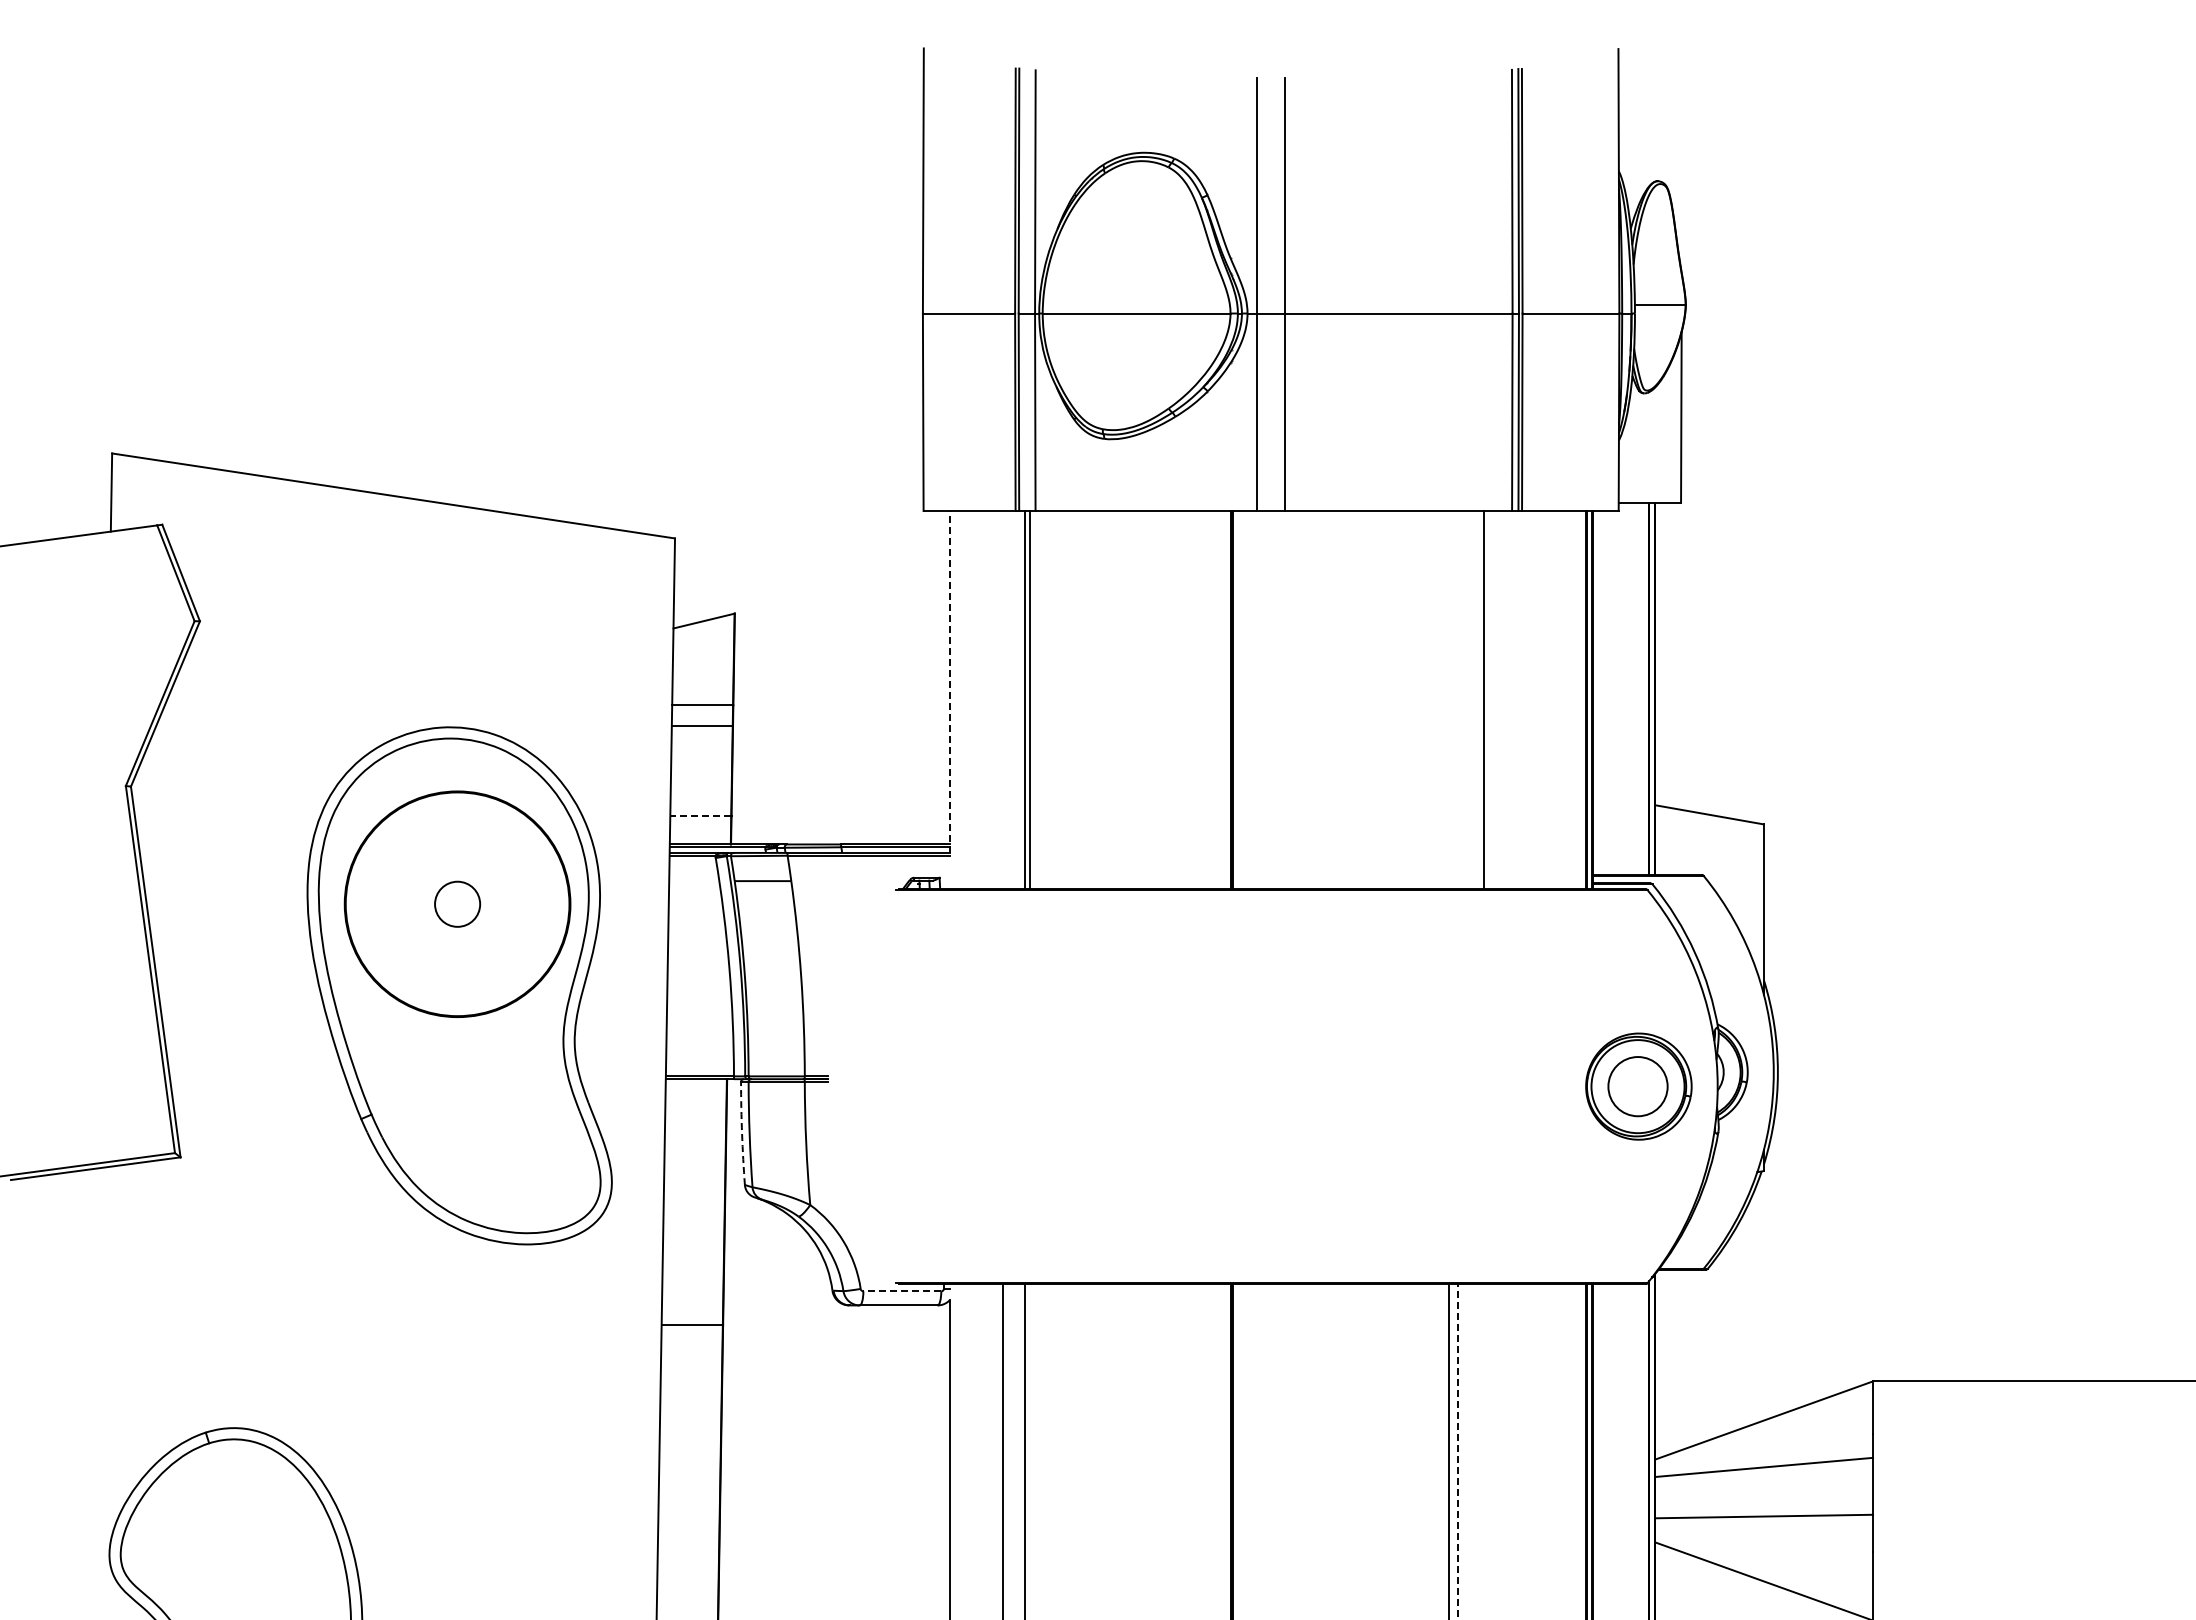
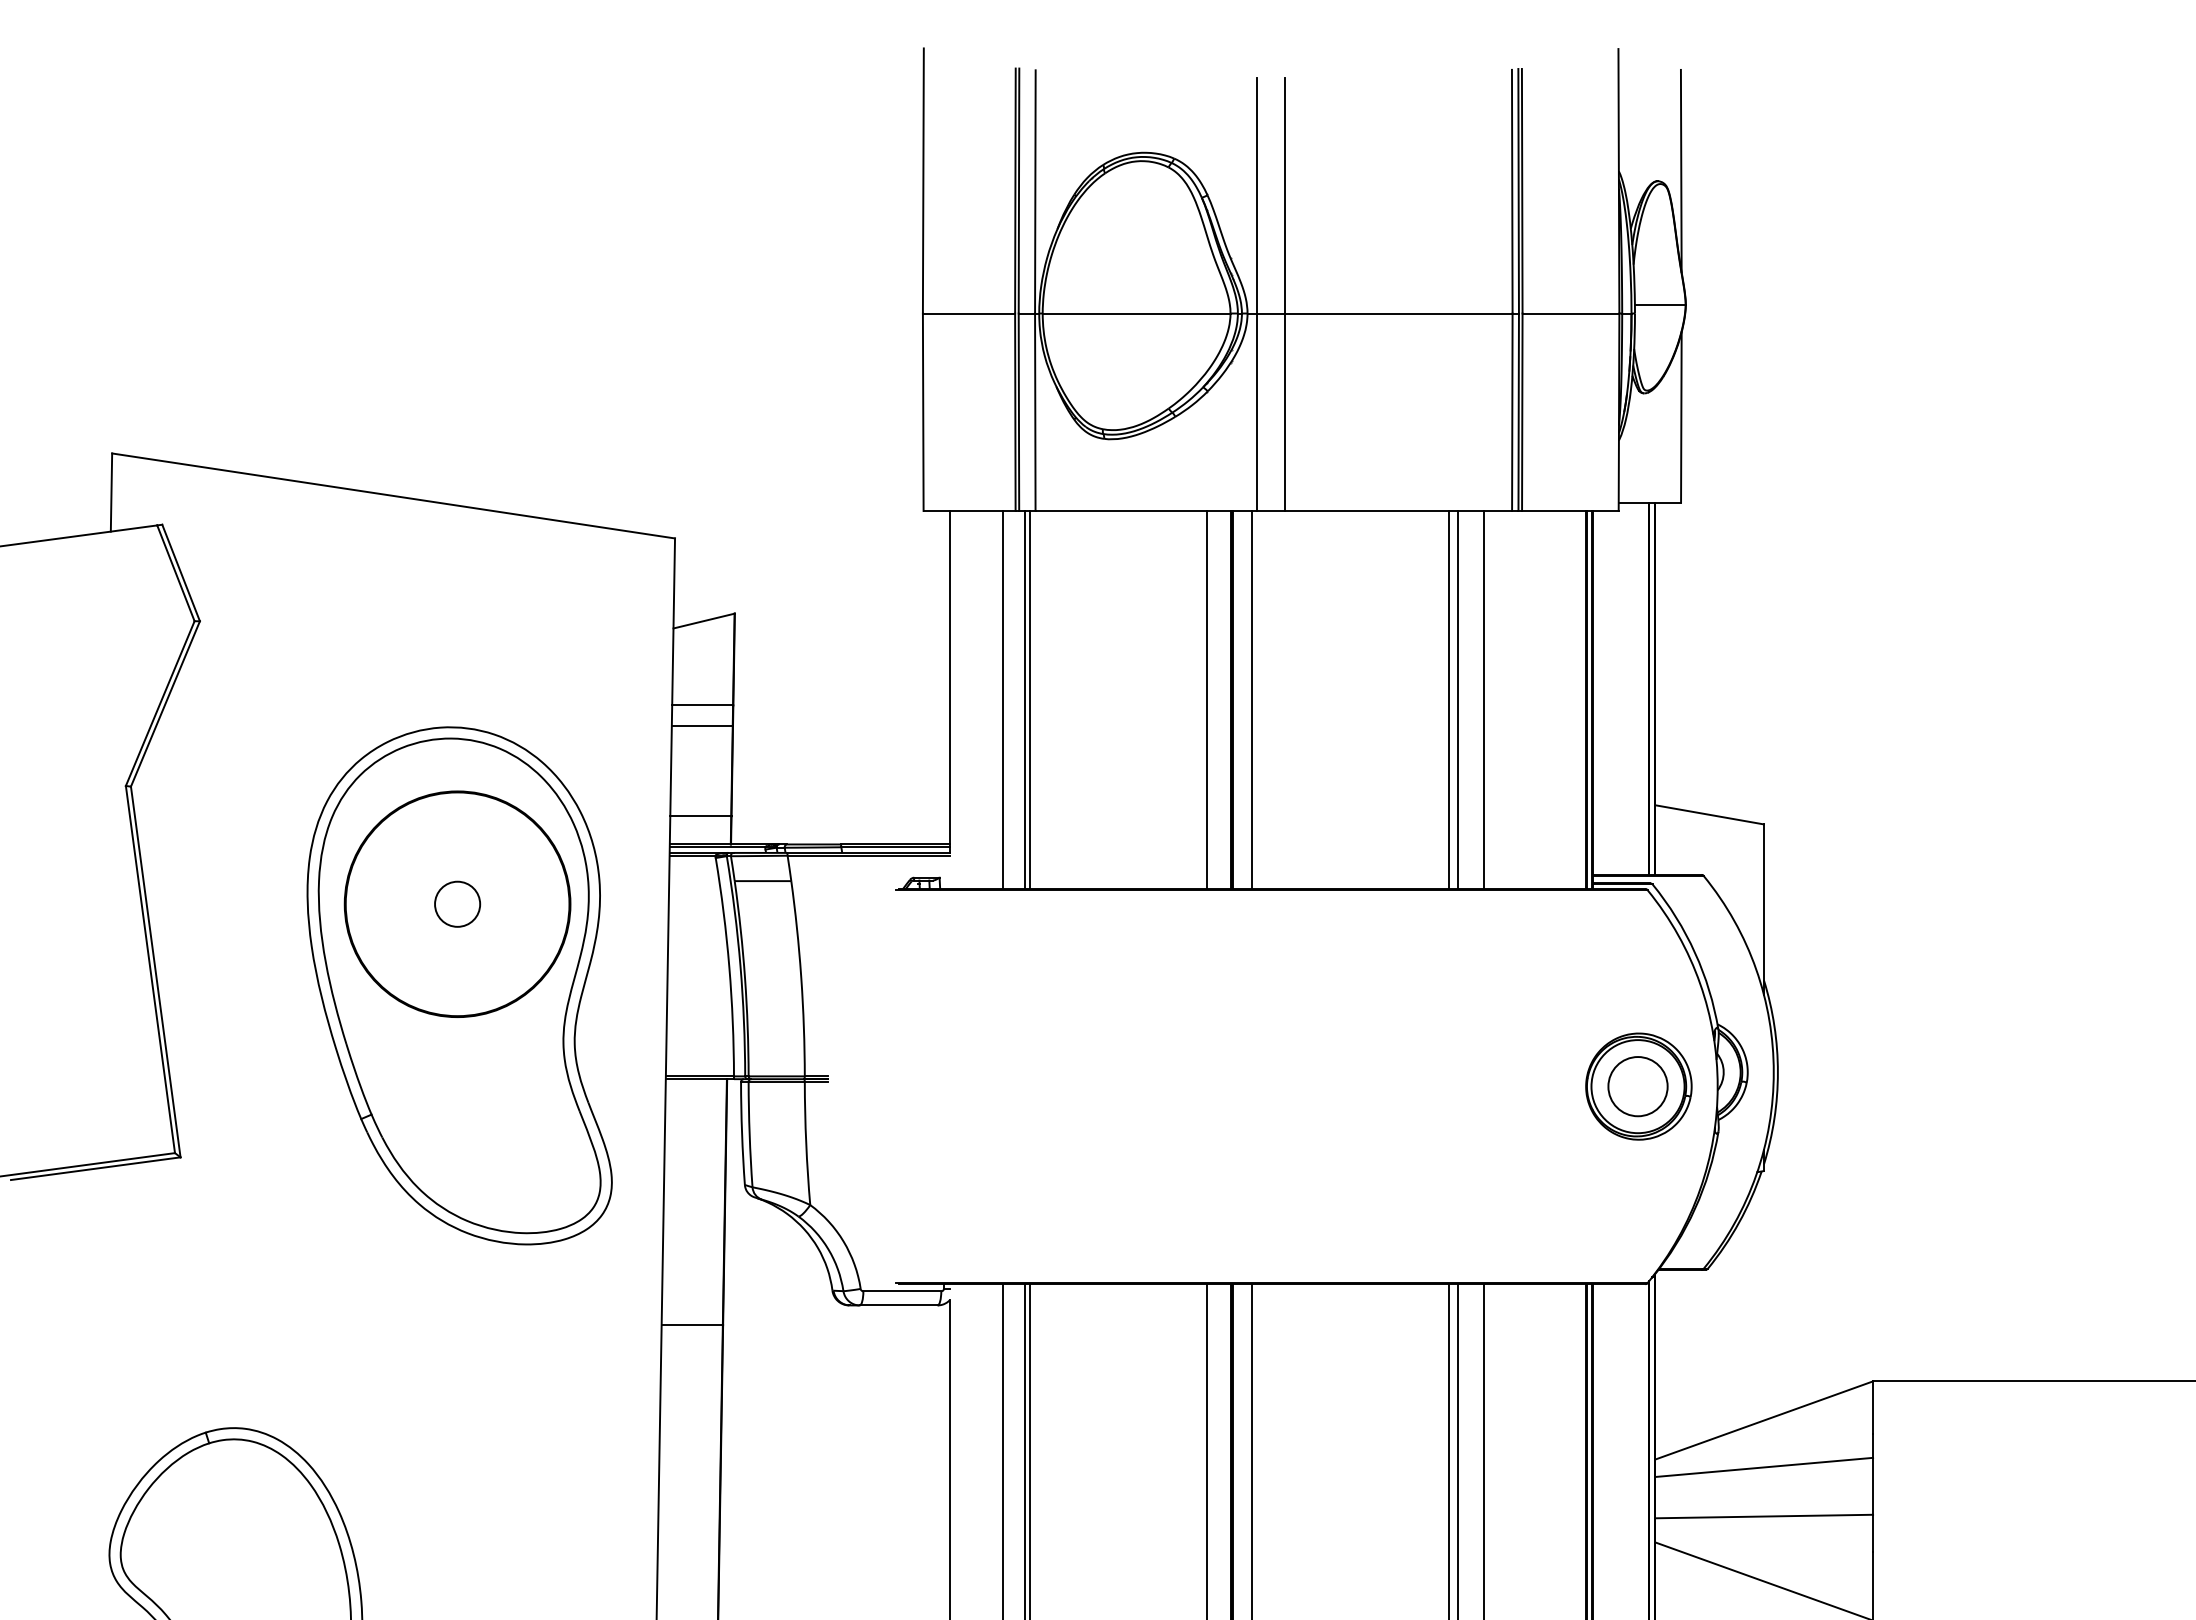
line at (1680, 170): none -> present
line at (949, 681): dashed -> solid
line at (1003, 700): none -> present
line at (1207, 700): none -> present
line at (1251, 700): none -> present
line at (1448, 700): none -> present
line at (1457, 700): none -> present
line at (700, 816): dashed -> solid
arc at (742, 1133): dashed -> solid
line at (902, 1291): dashed -> solid
line at (1030, 1450): none -> present
line at (1207, 1450): none -> present
line at (1251, 1450): none -> present
line at (1484, 1450): none -> present
line at (1457, 1451): dashed -> solid
